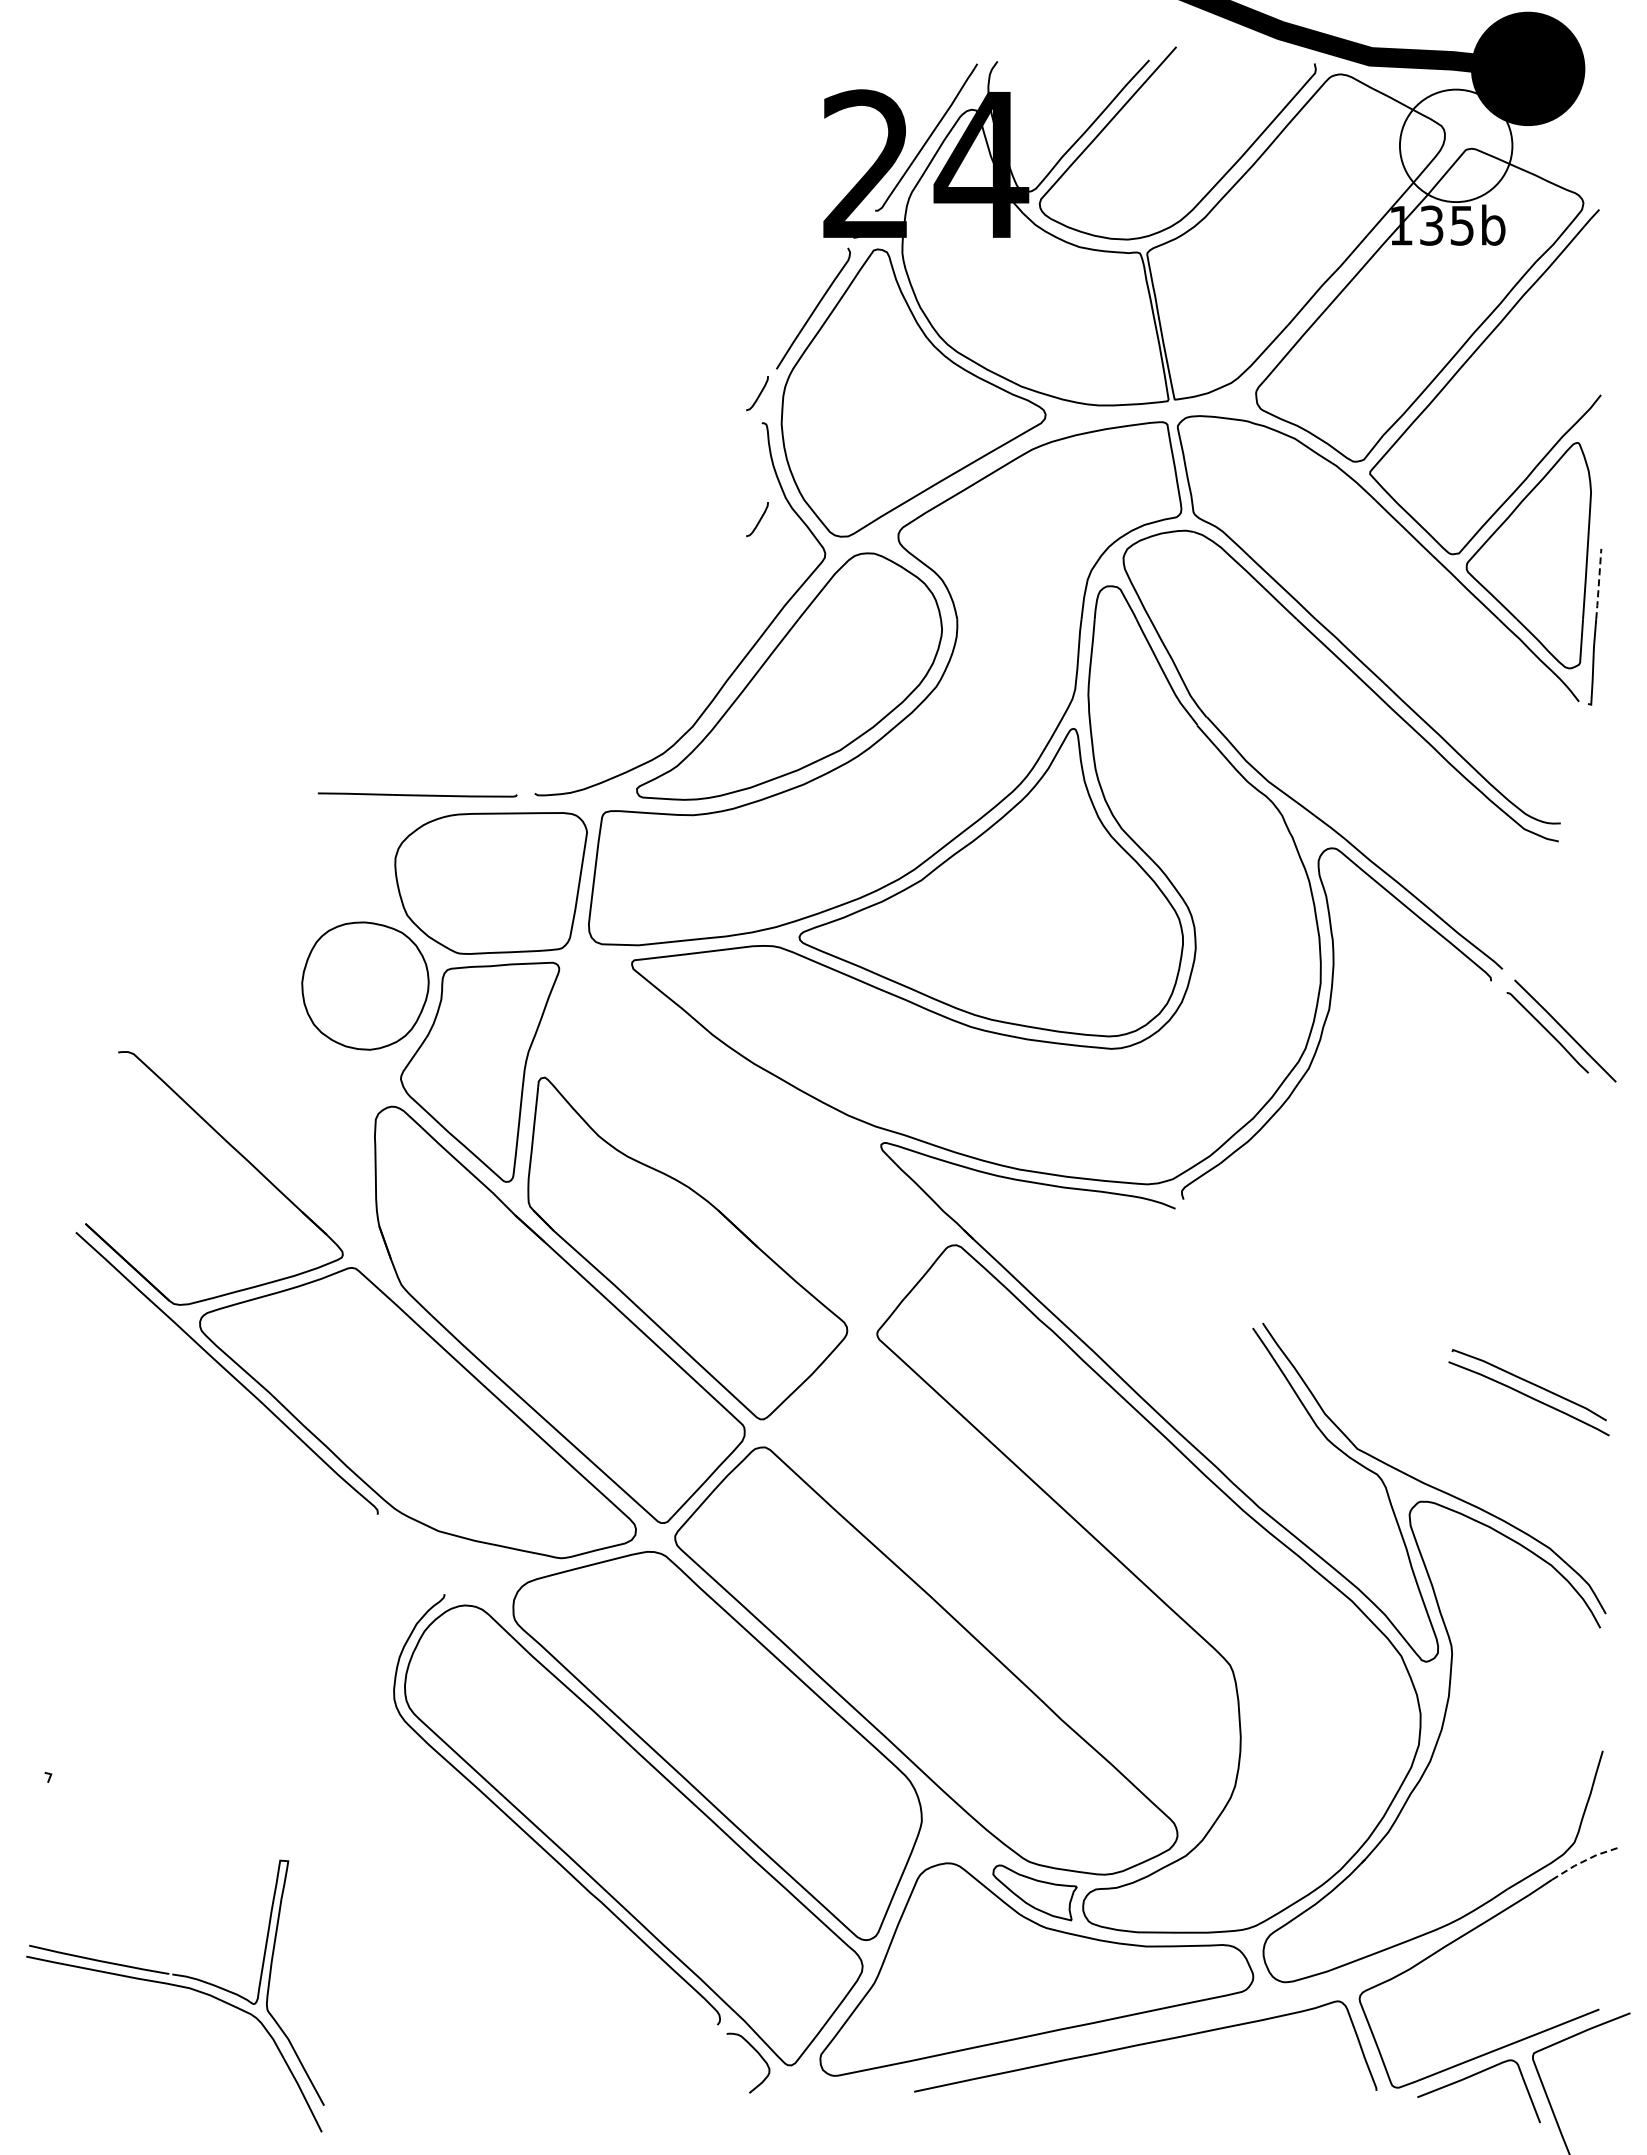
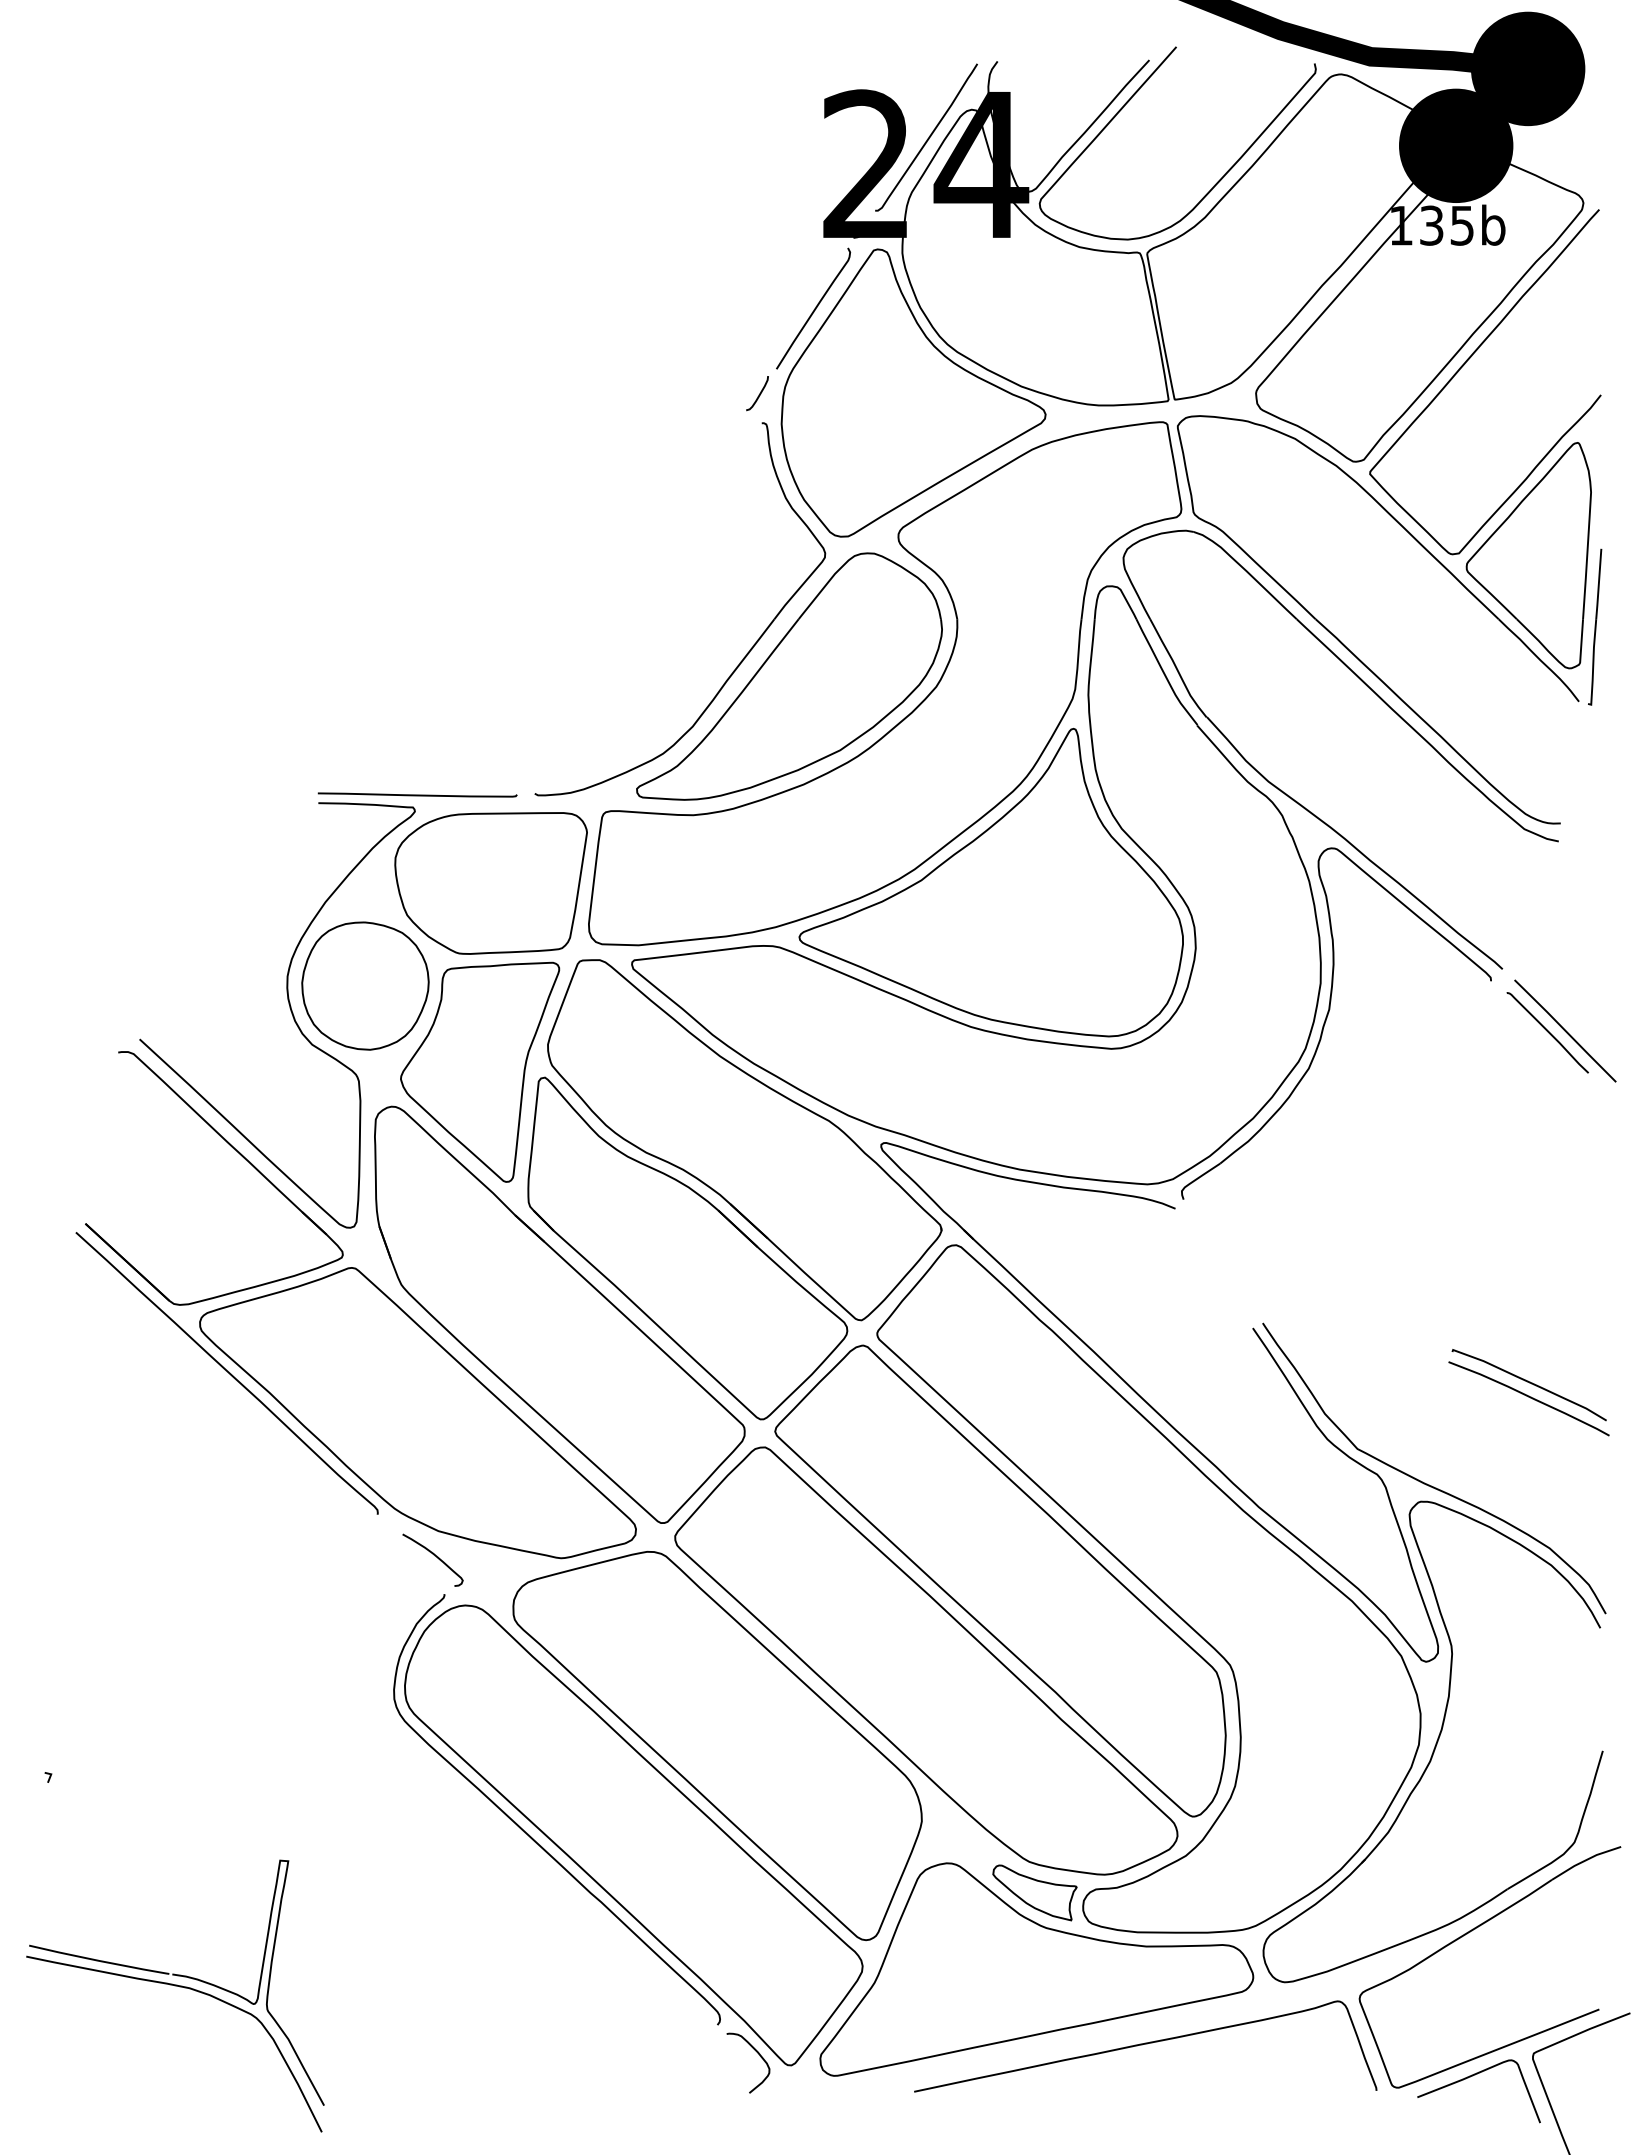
fill at (1455, 145): none -> present
curve at (758, 520): present -> none
line at (1598, 584): dashed -> solid
curve at (290, 1011): none -> present
part at (744, 1140): none -> present
curve at (433, 1555): none -> present
part at (1000, 1580): none -> present
line at (1585, 1860): dashed -> solid
